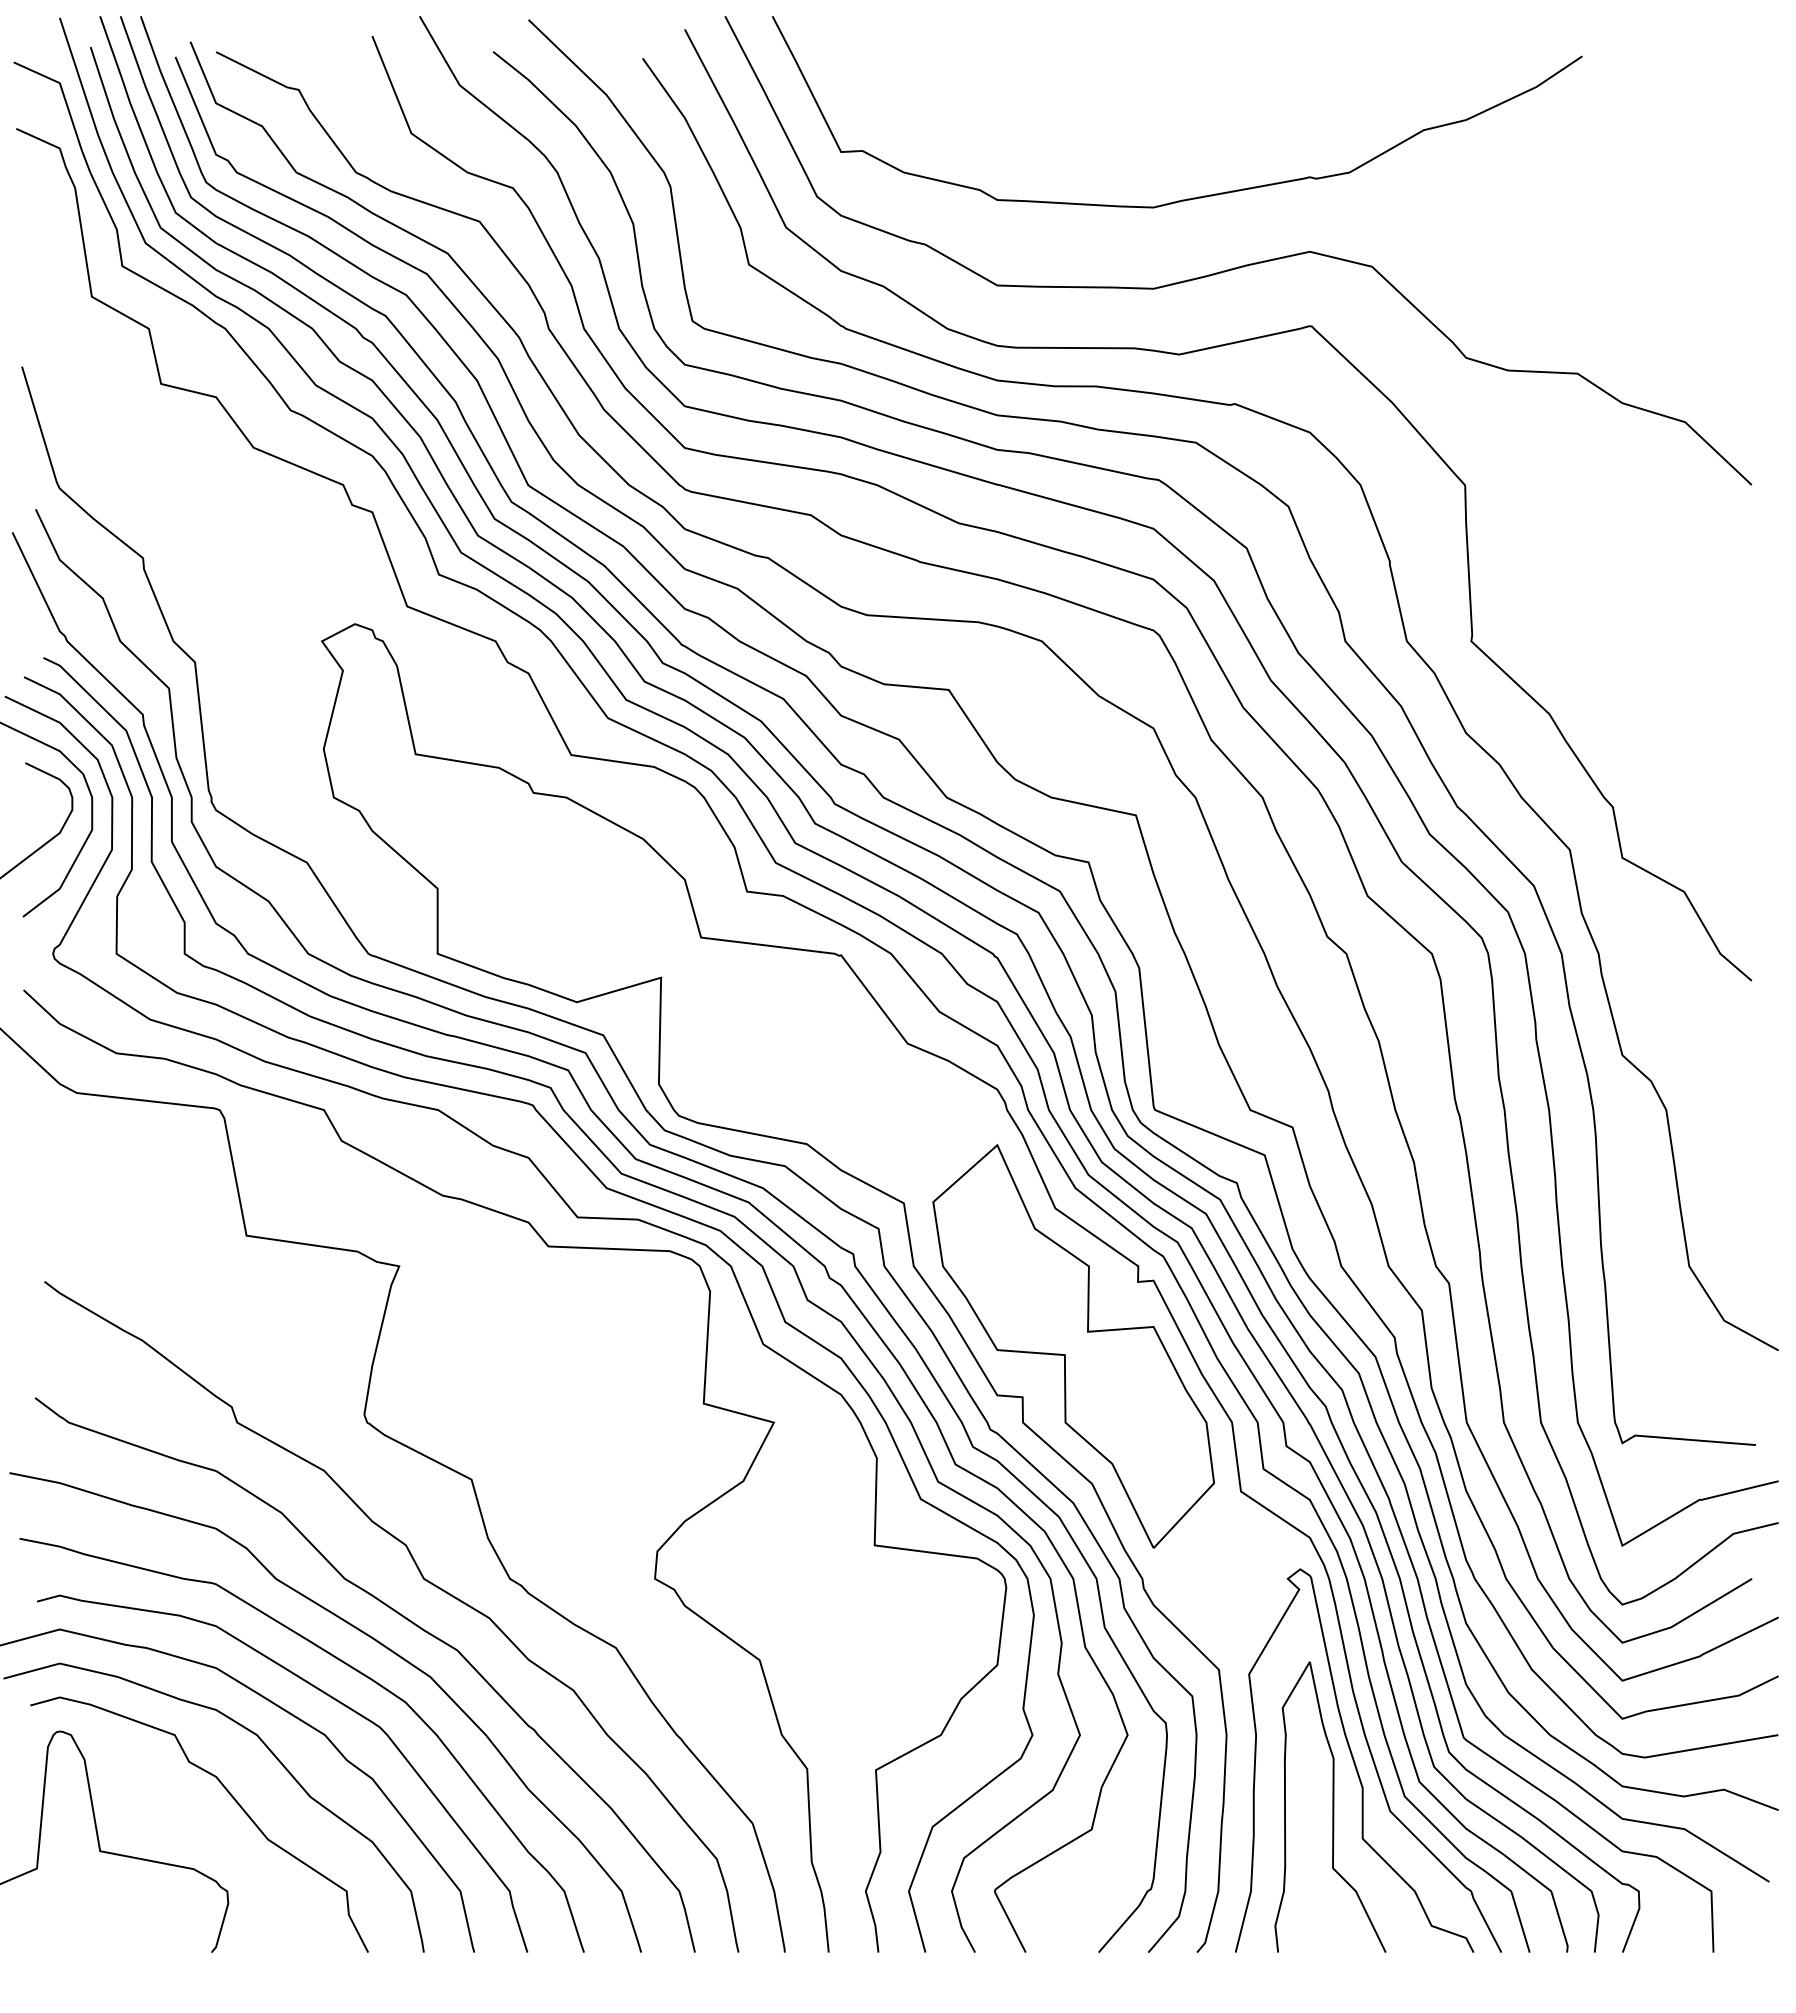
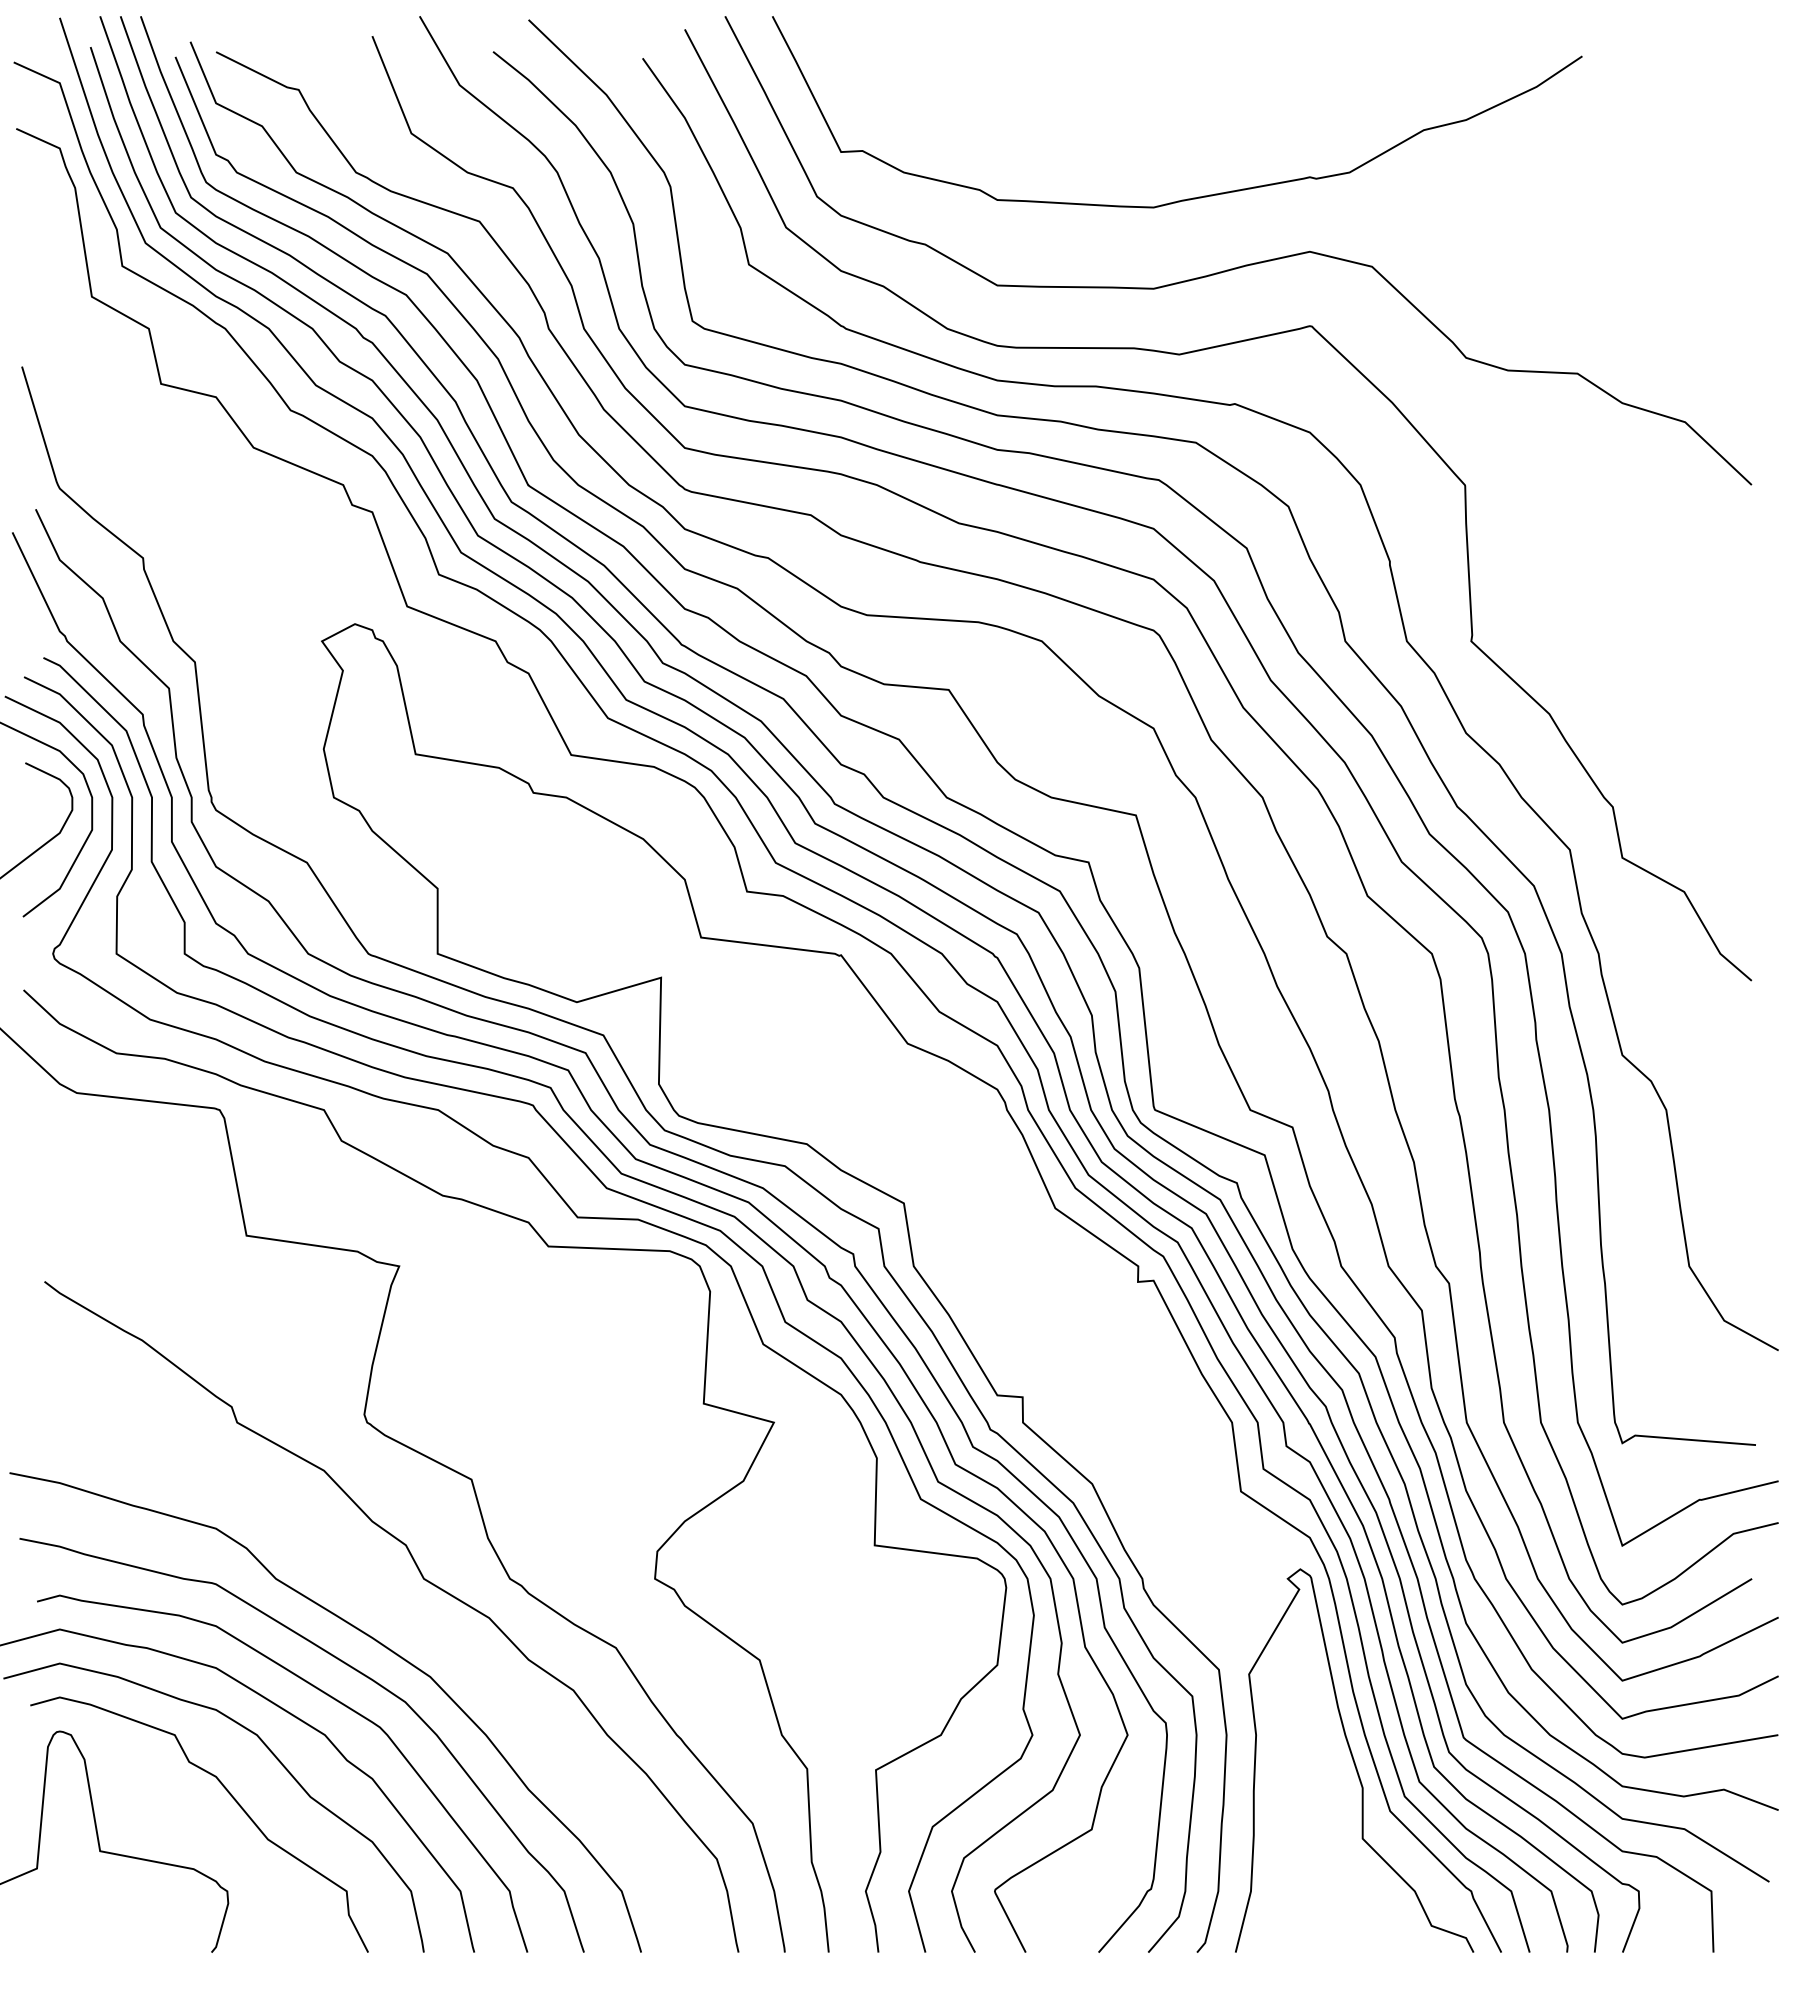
part at (1073, 1346): present -> none
curve at (401, 1616): present -> none
curve at (1332, 1806): present -> none
